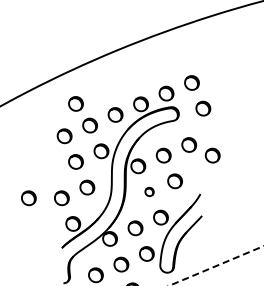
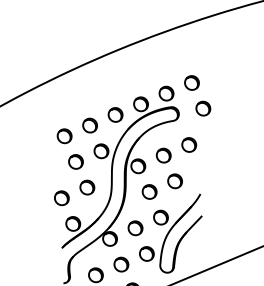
part at (75, 103): present -> none
part at (212, 155): present -> none
part at (149, 191) size: 11x11 px -> 17x16 px
part at (28, 198): present -> none
line at (216, 265): dashed -> solid
